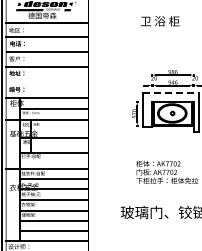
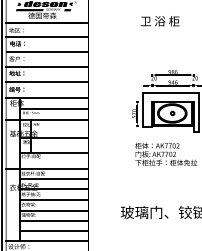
line at (47, 82): none -> present
line at (171, 93): dashed -> solid
text at (167, 171) position: (167, 171) -> (166, 153)
